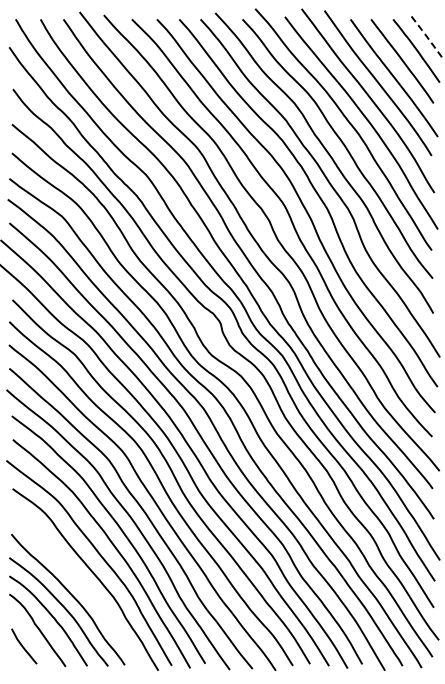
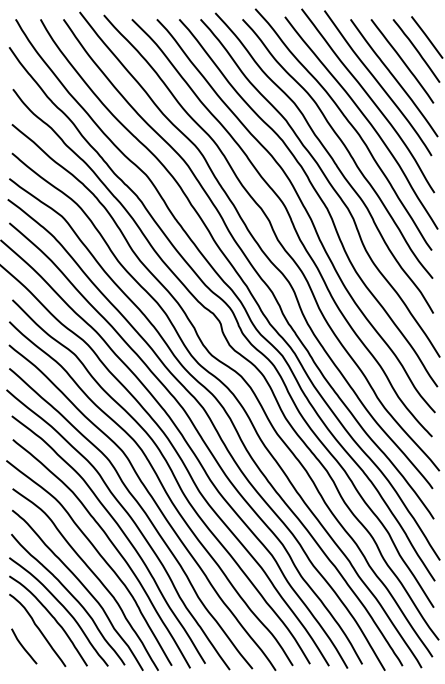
line at (426, 36): dashed -> solid
curve at (83, 587): none -> present
